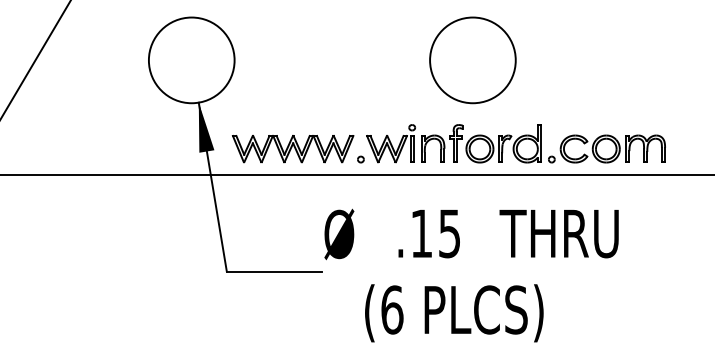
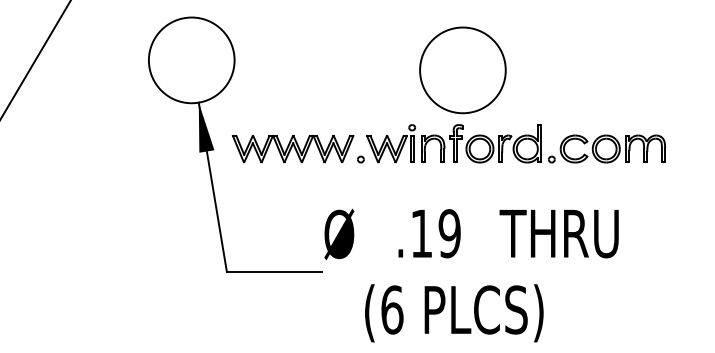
circle at (472, 60) position: (472, 60) -> (462, 70)
line at (356, 174): present -> none
text at (449, 233): .15 -> .19
